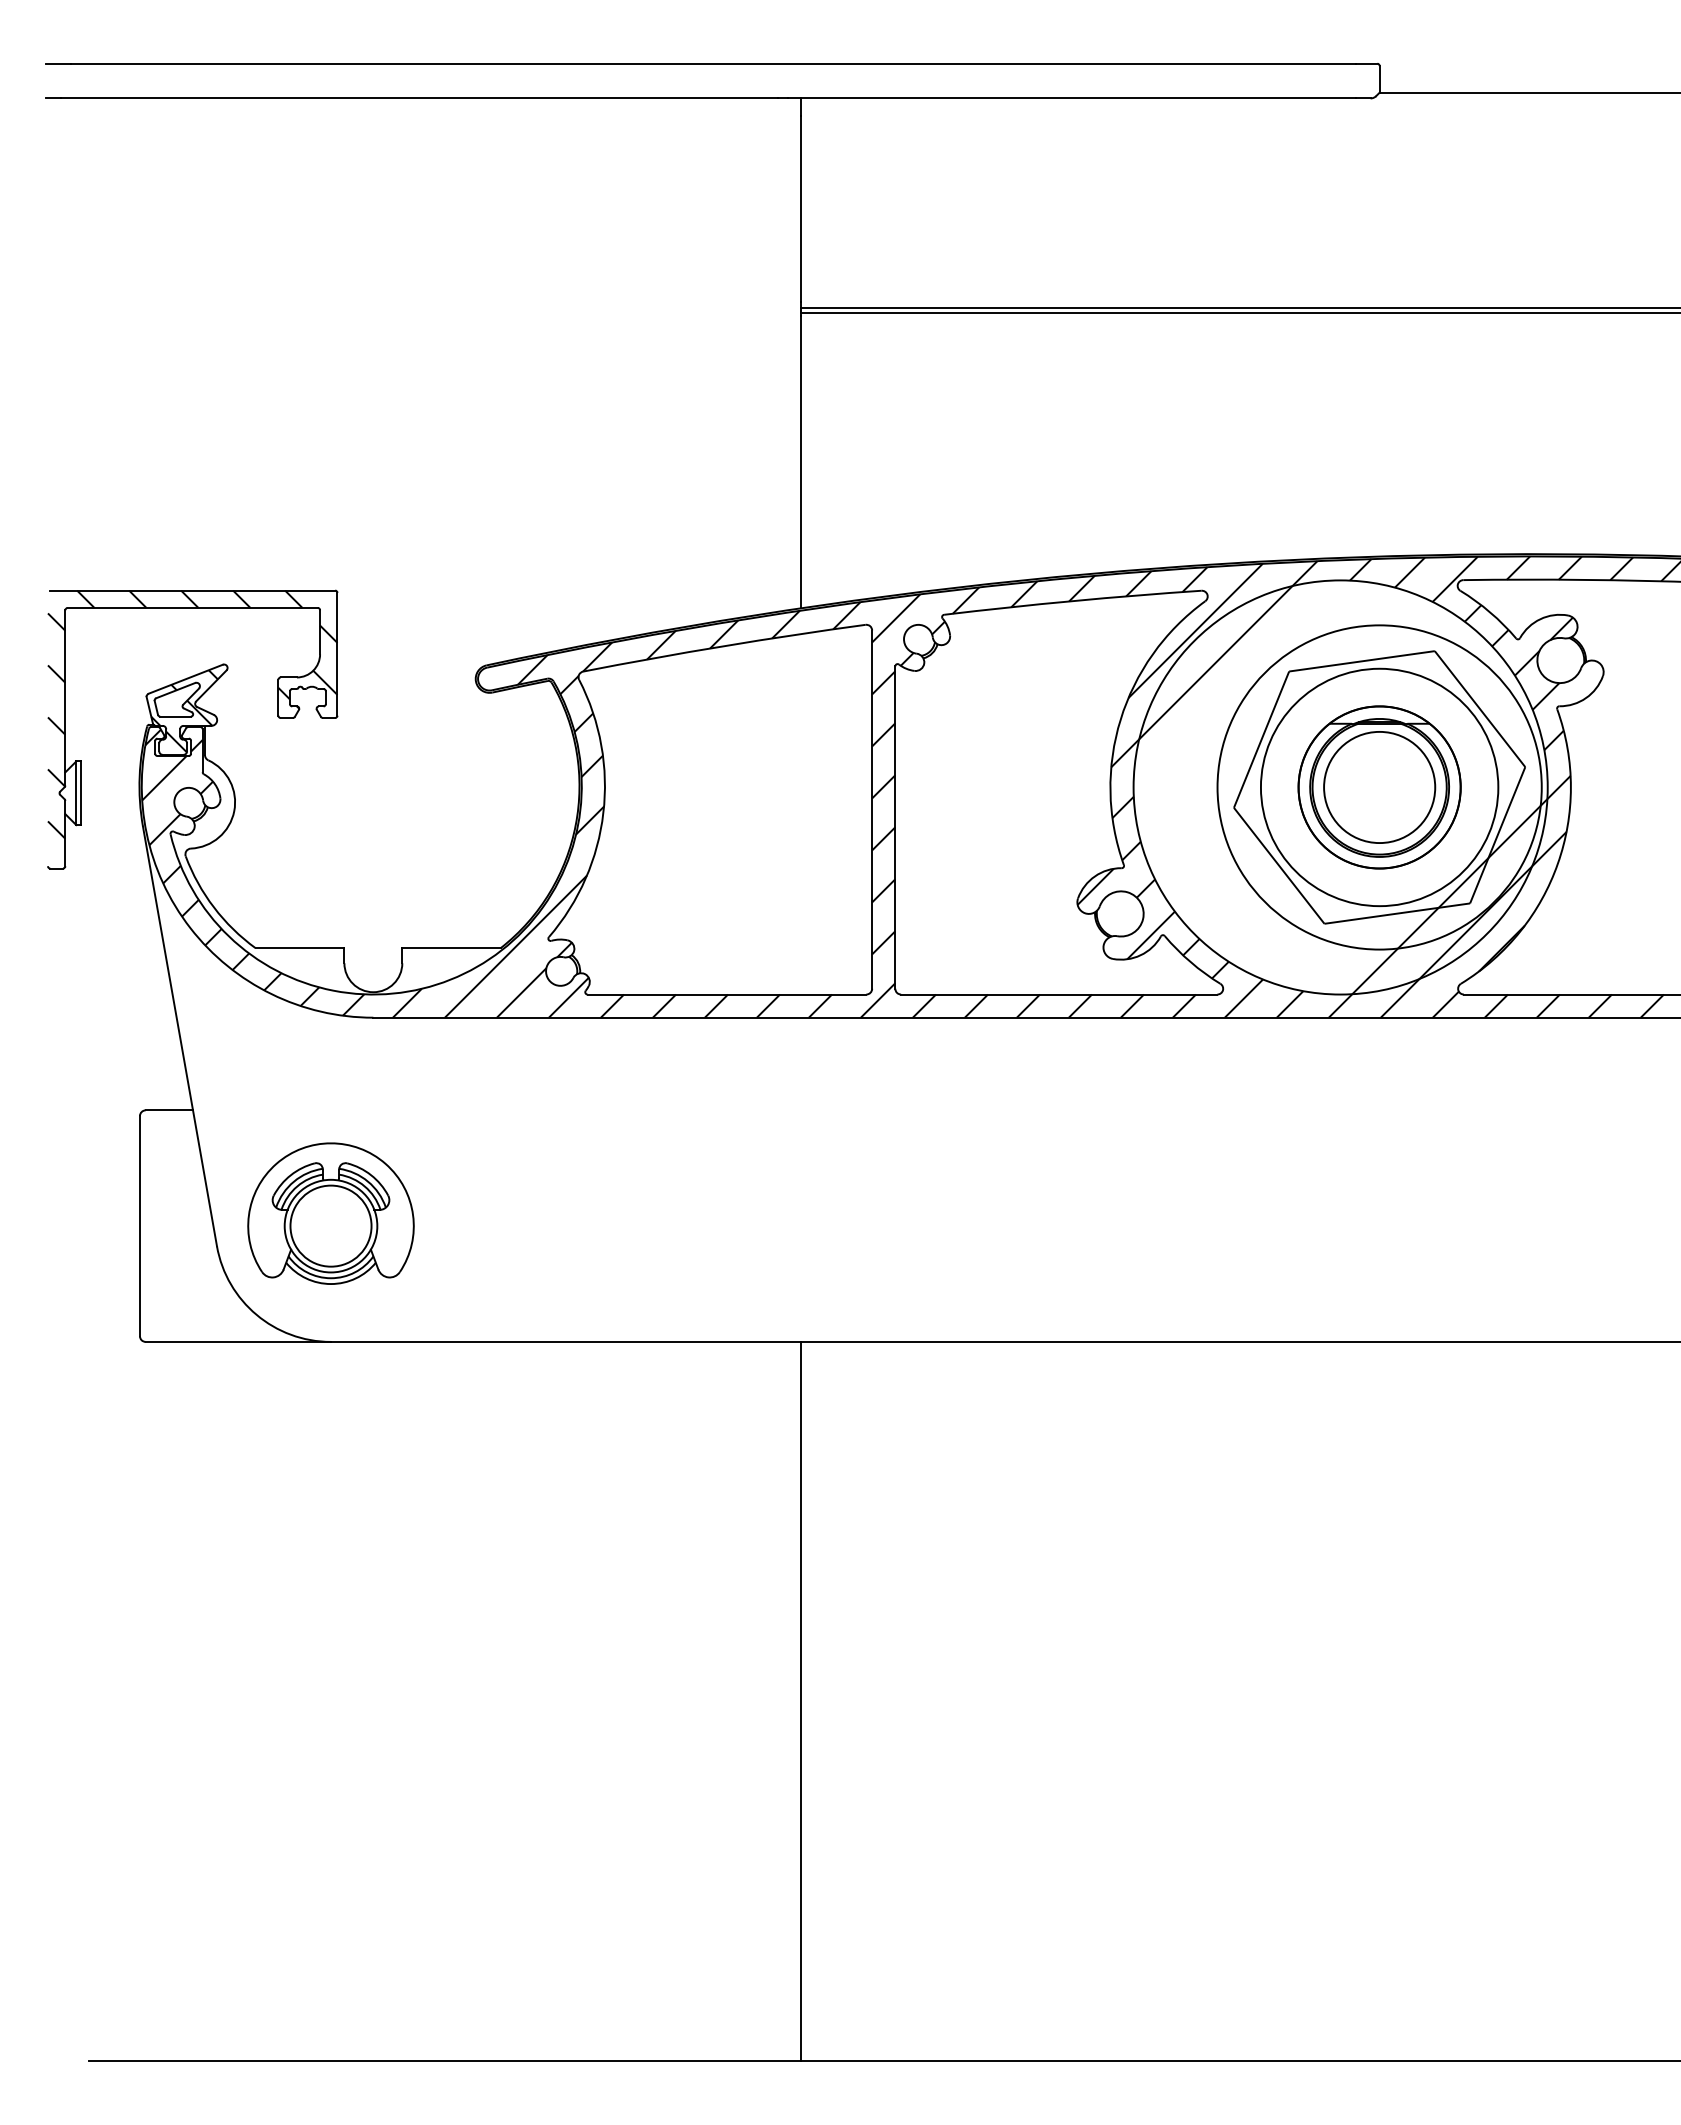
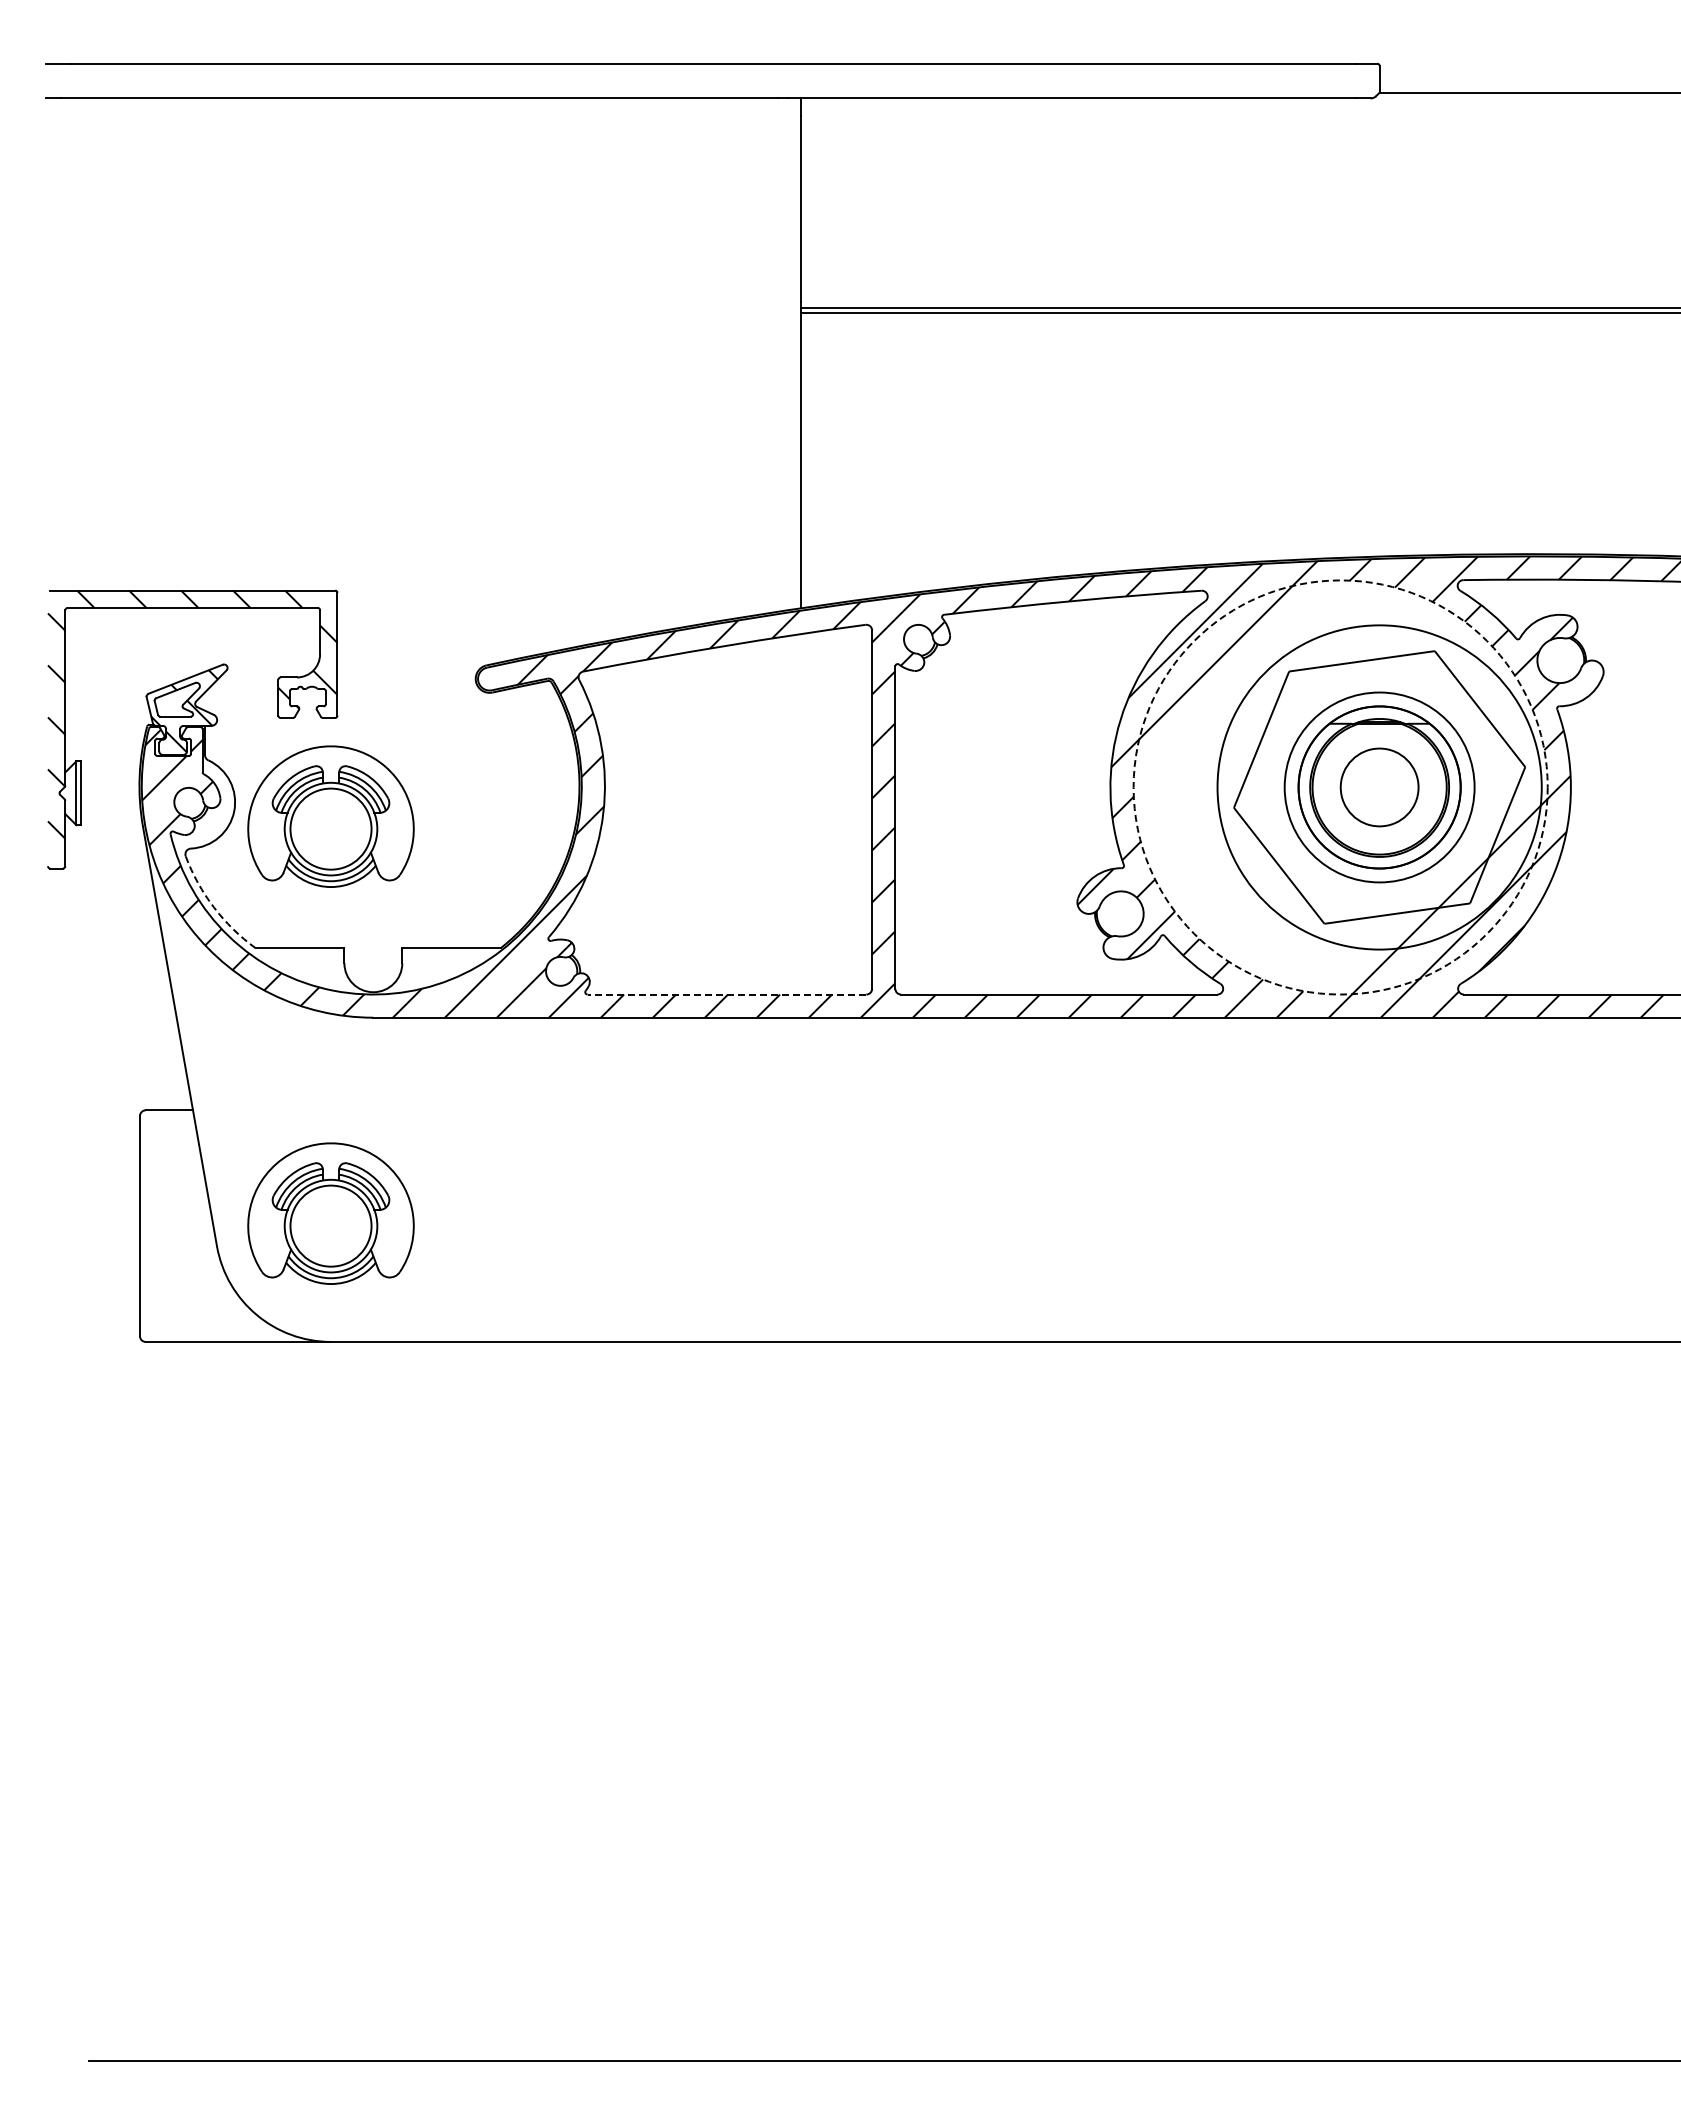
circle at (1340, 787): solid -> dashed
circle at (1379, 787) diameter: 111 px -> 78 px
circle at (1379, 787) diameter: 237 px -> 190 px
part at (330, 816): none -> present
arc at (213, 907): solid -> dashed
line at (726, 994): solid -> dashed
line at (800, 1701): present -> none
